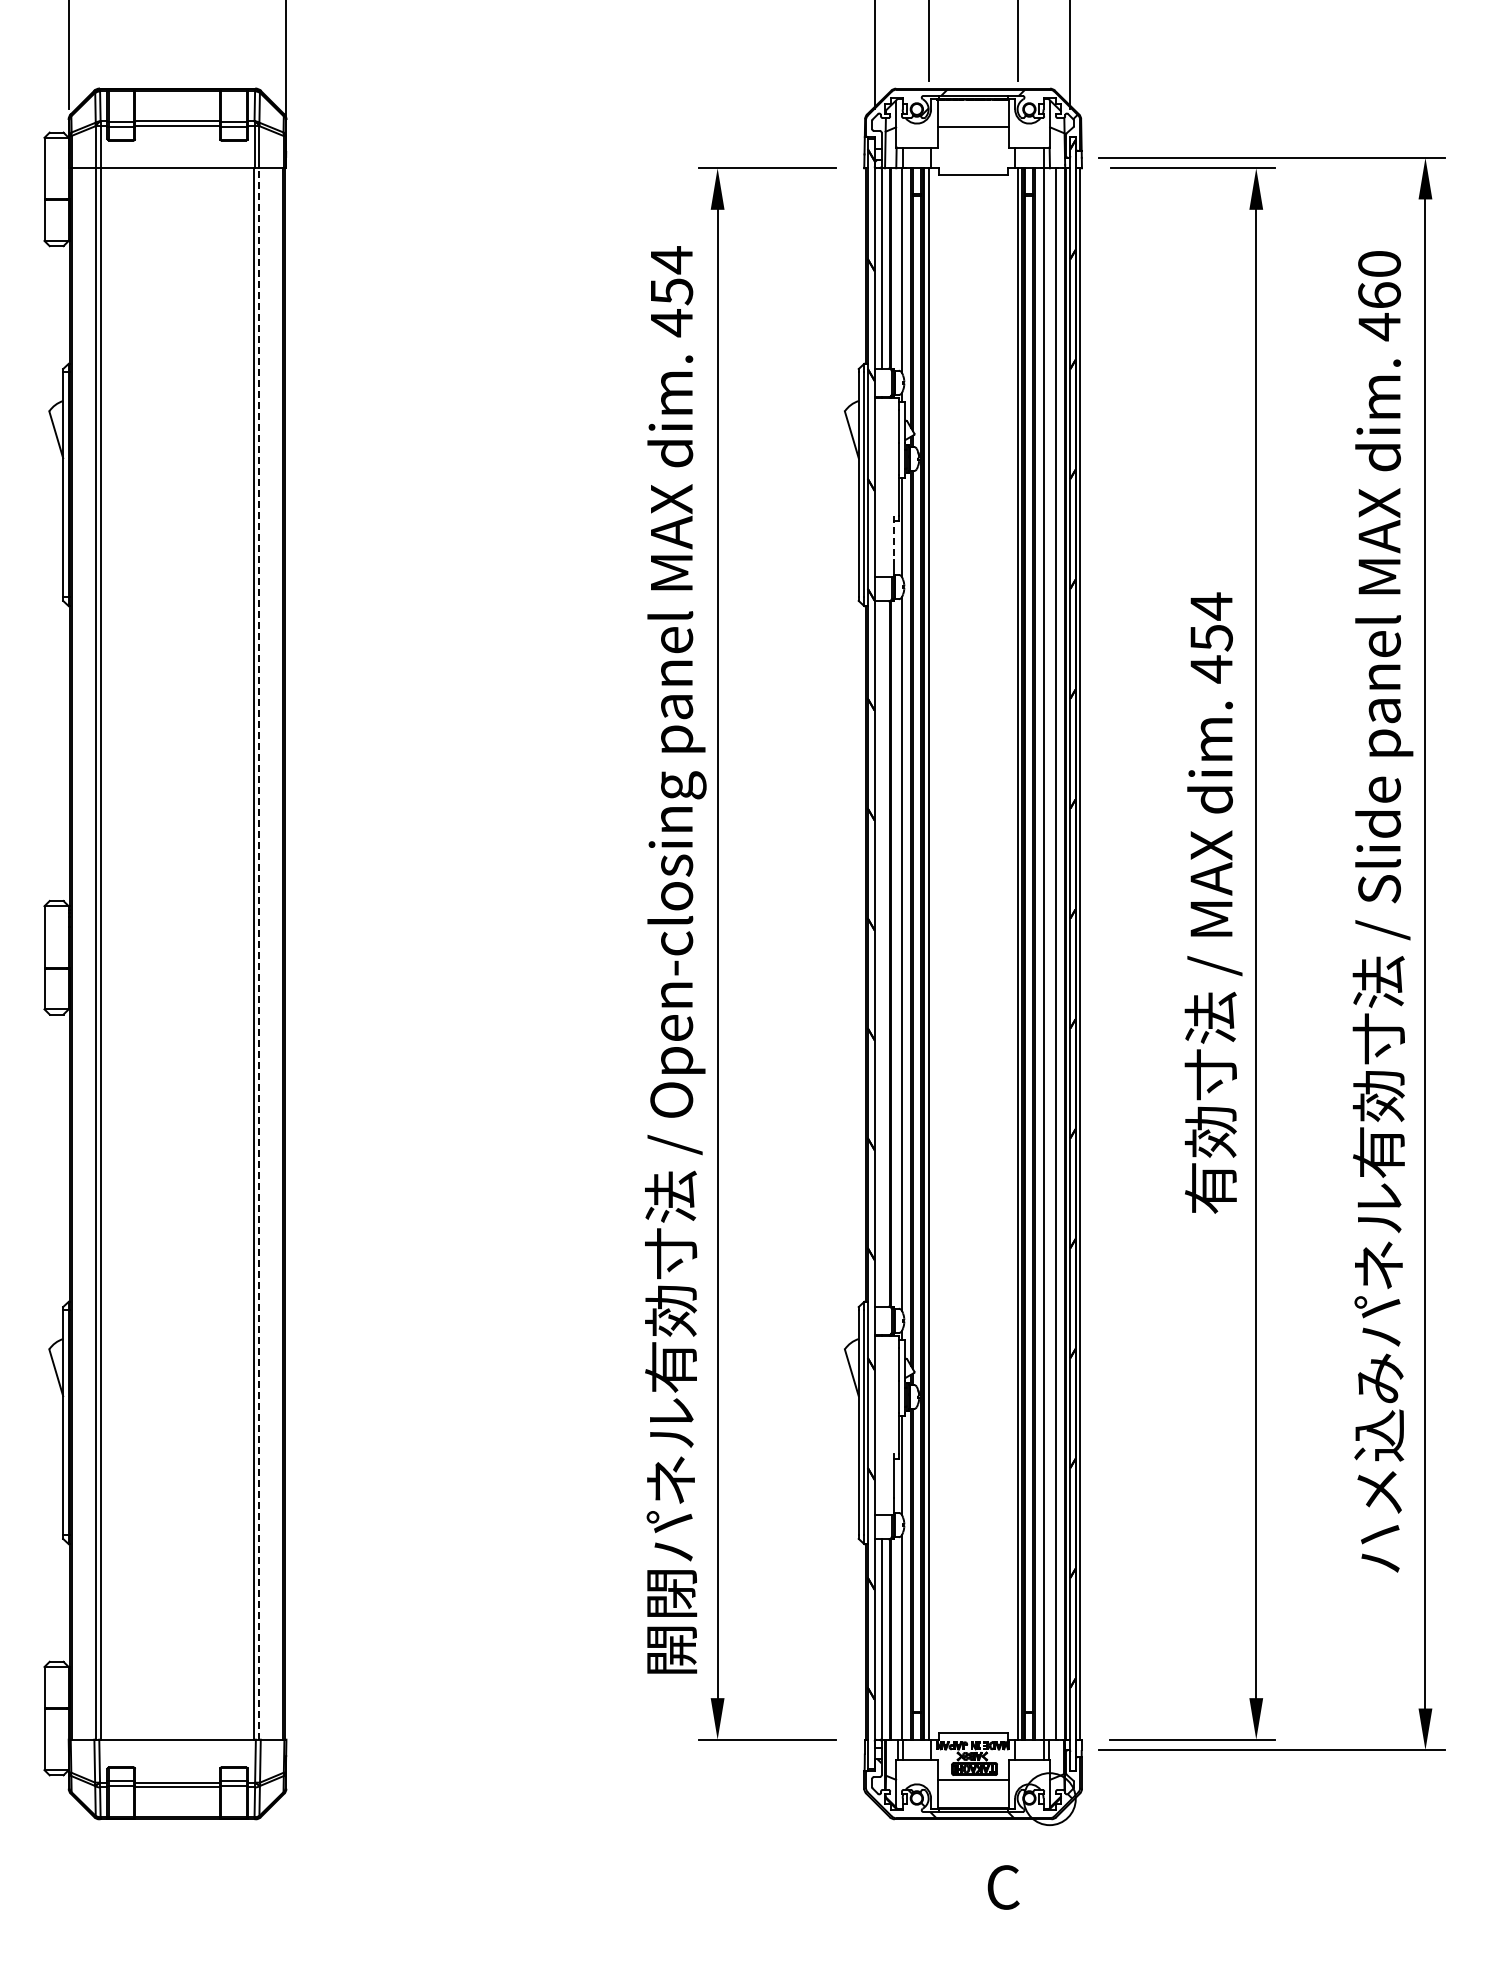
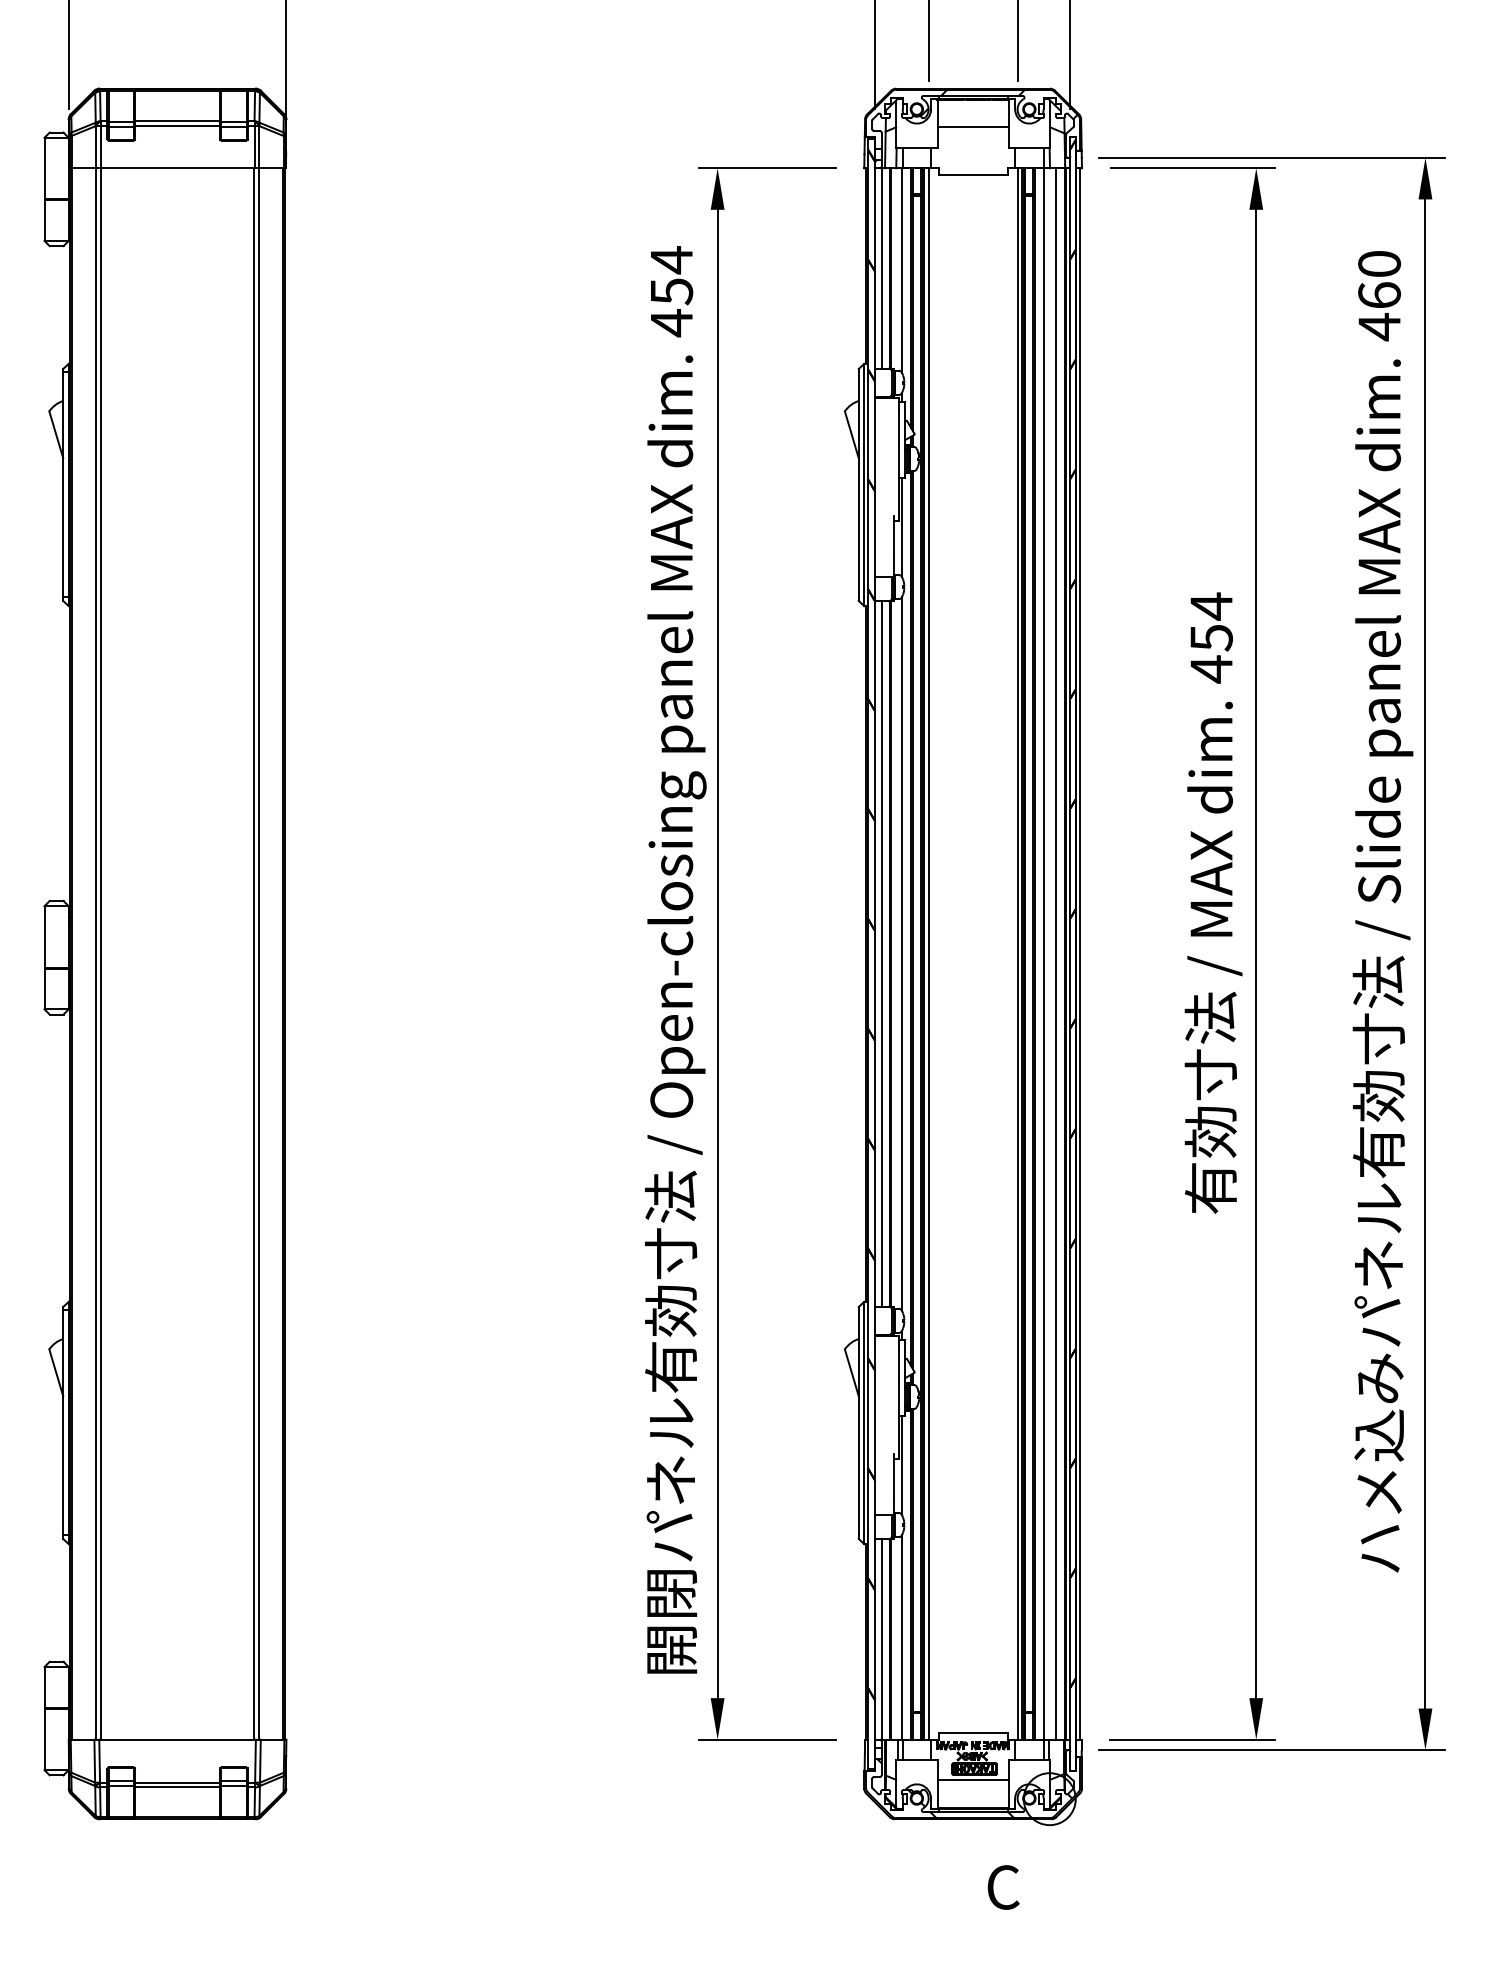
line at (893, 538): dashed -> solid
line at (259, 953): dashed -> solid
line at (881, 953): none -> present
